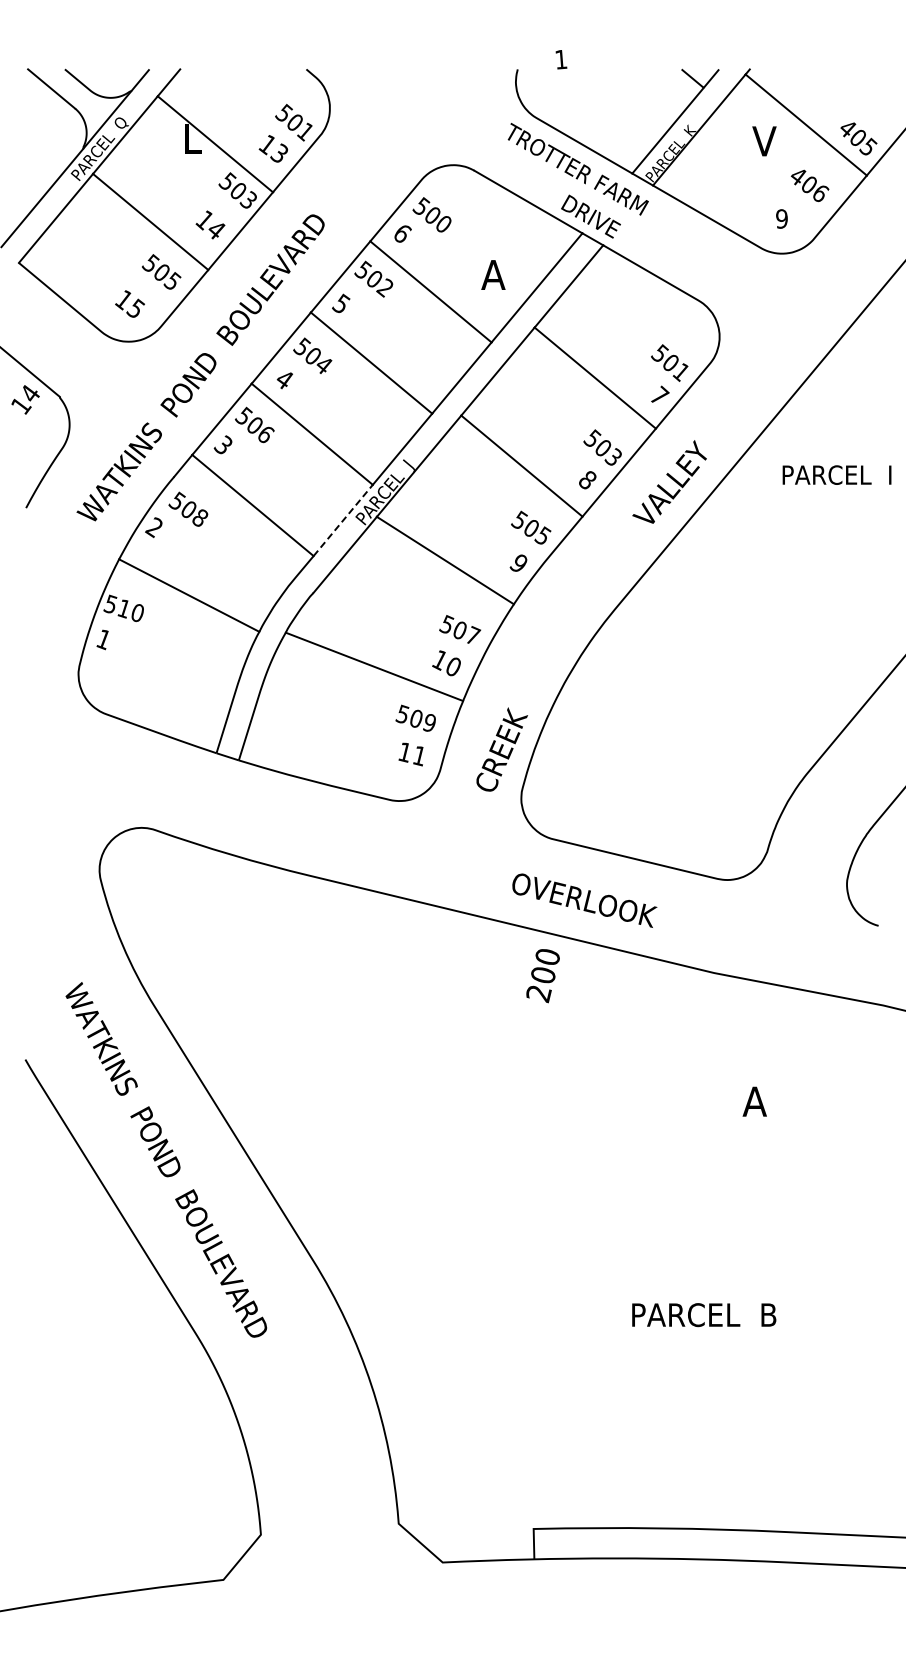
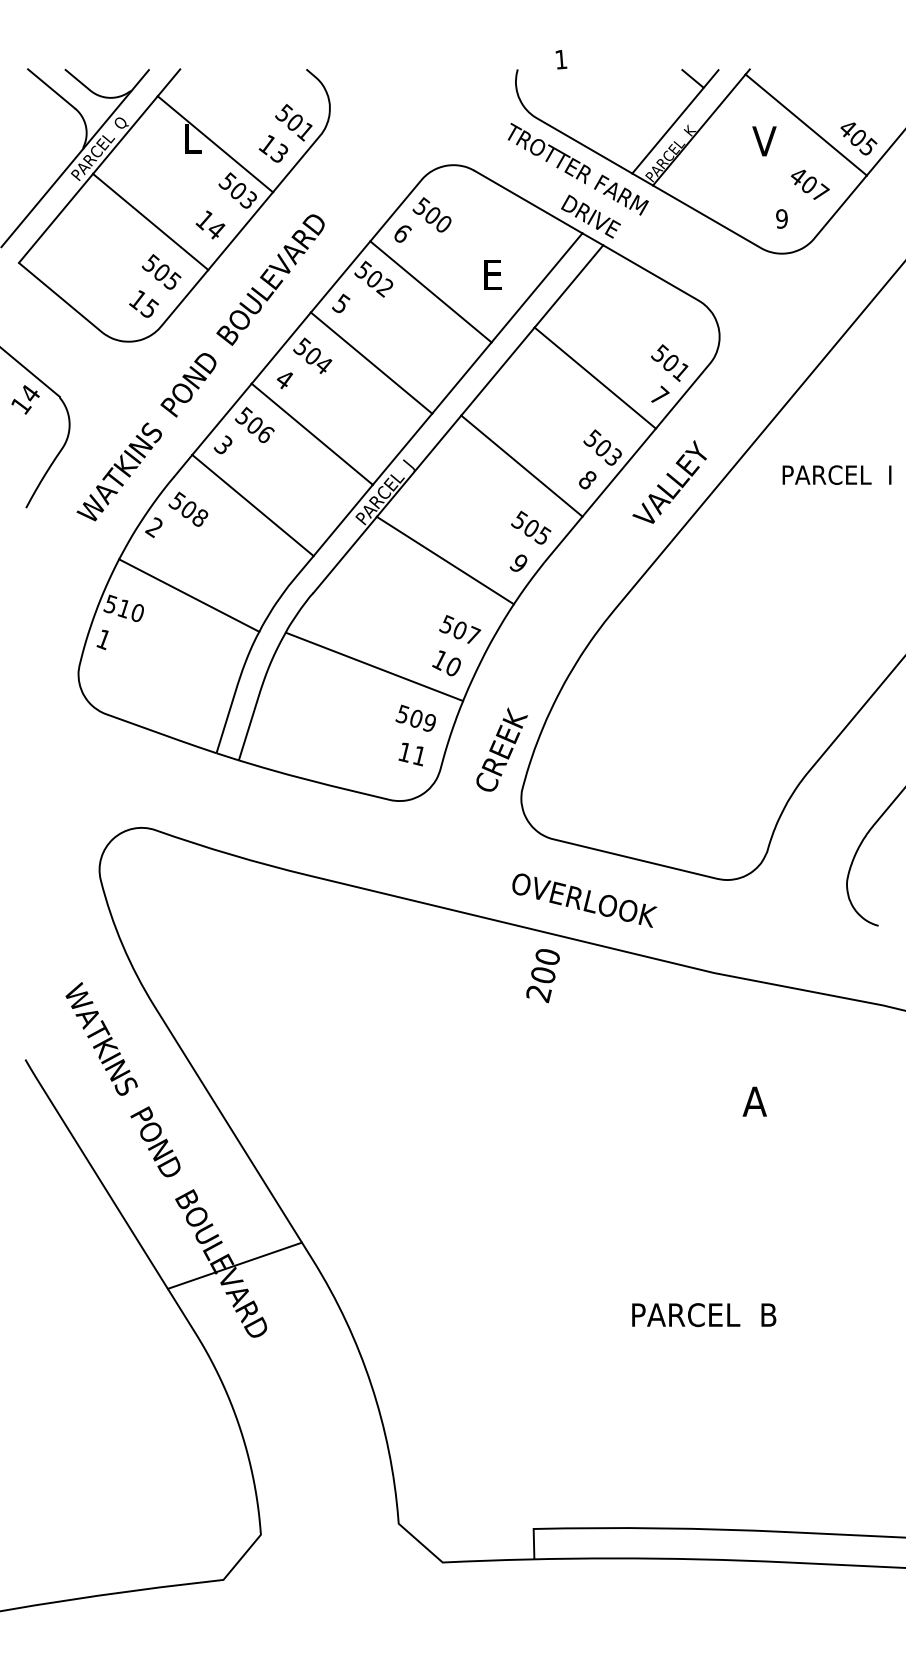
text at (821, 192): 406 -> 407
text at (493, 274): A -> E
text at (129, 303) position: (129, 303) -> (143, 303)
line at (343, 520): dashed -> solid
line at (234, 1265): none -> present
